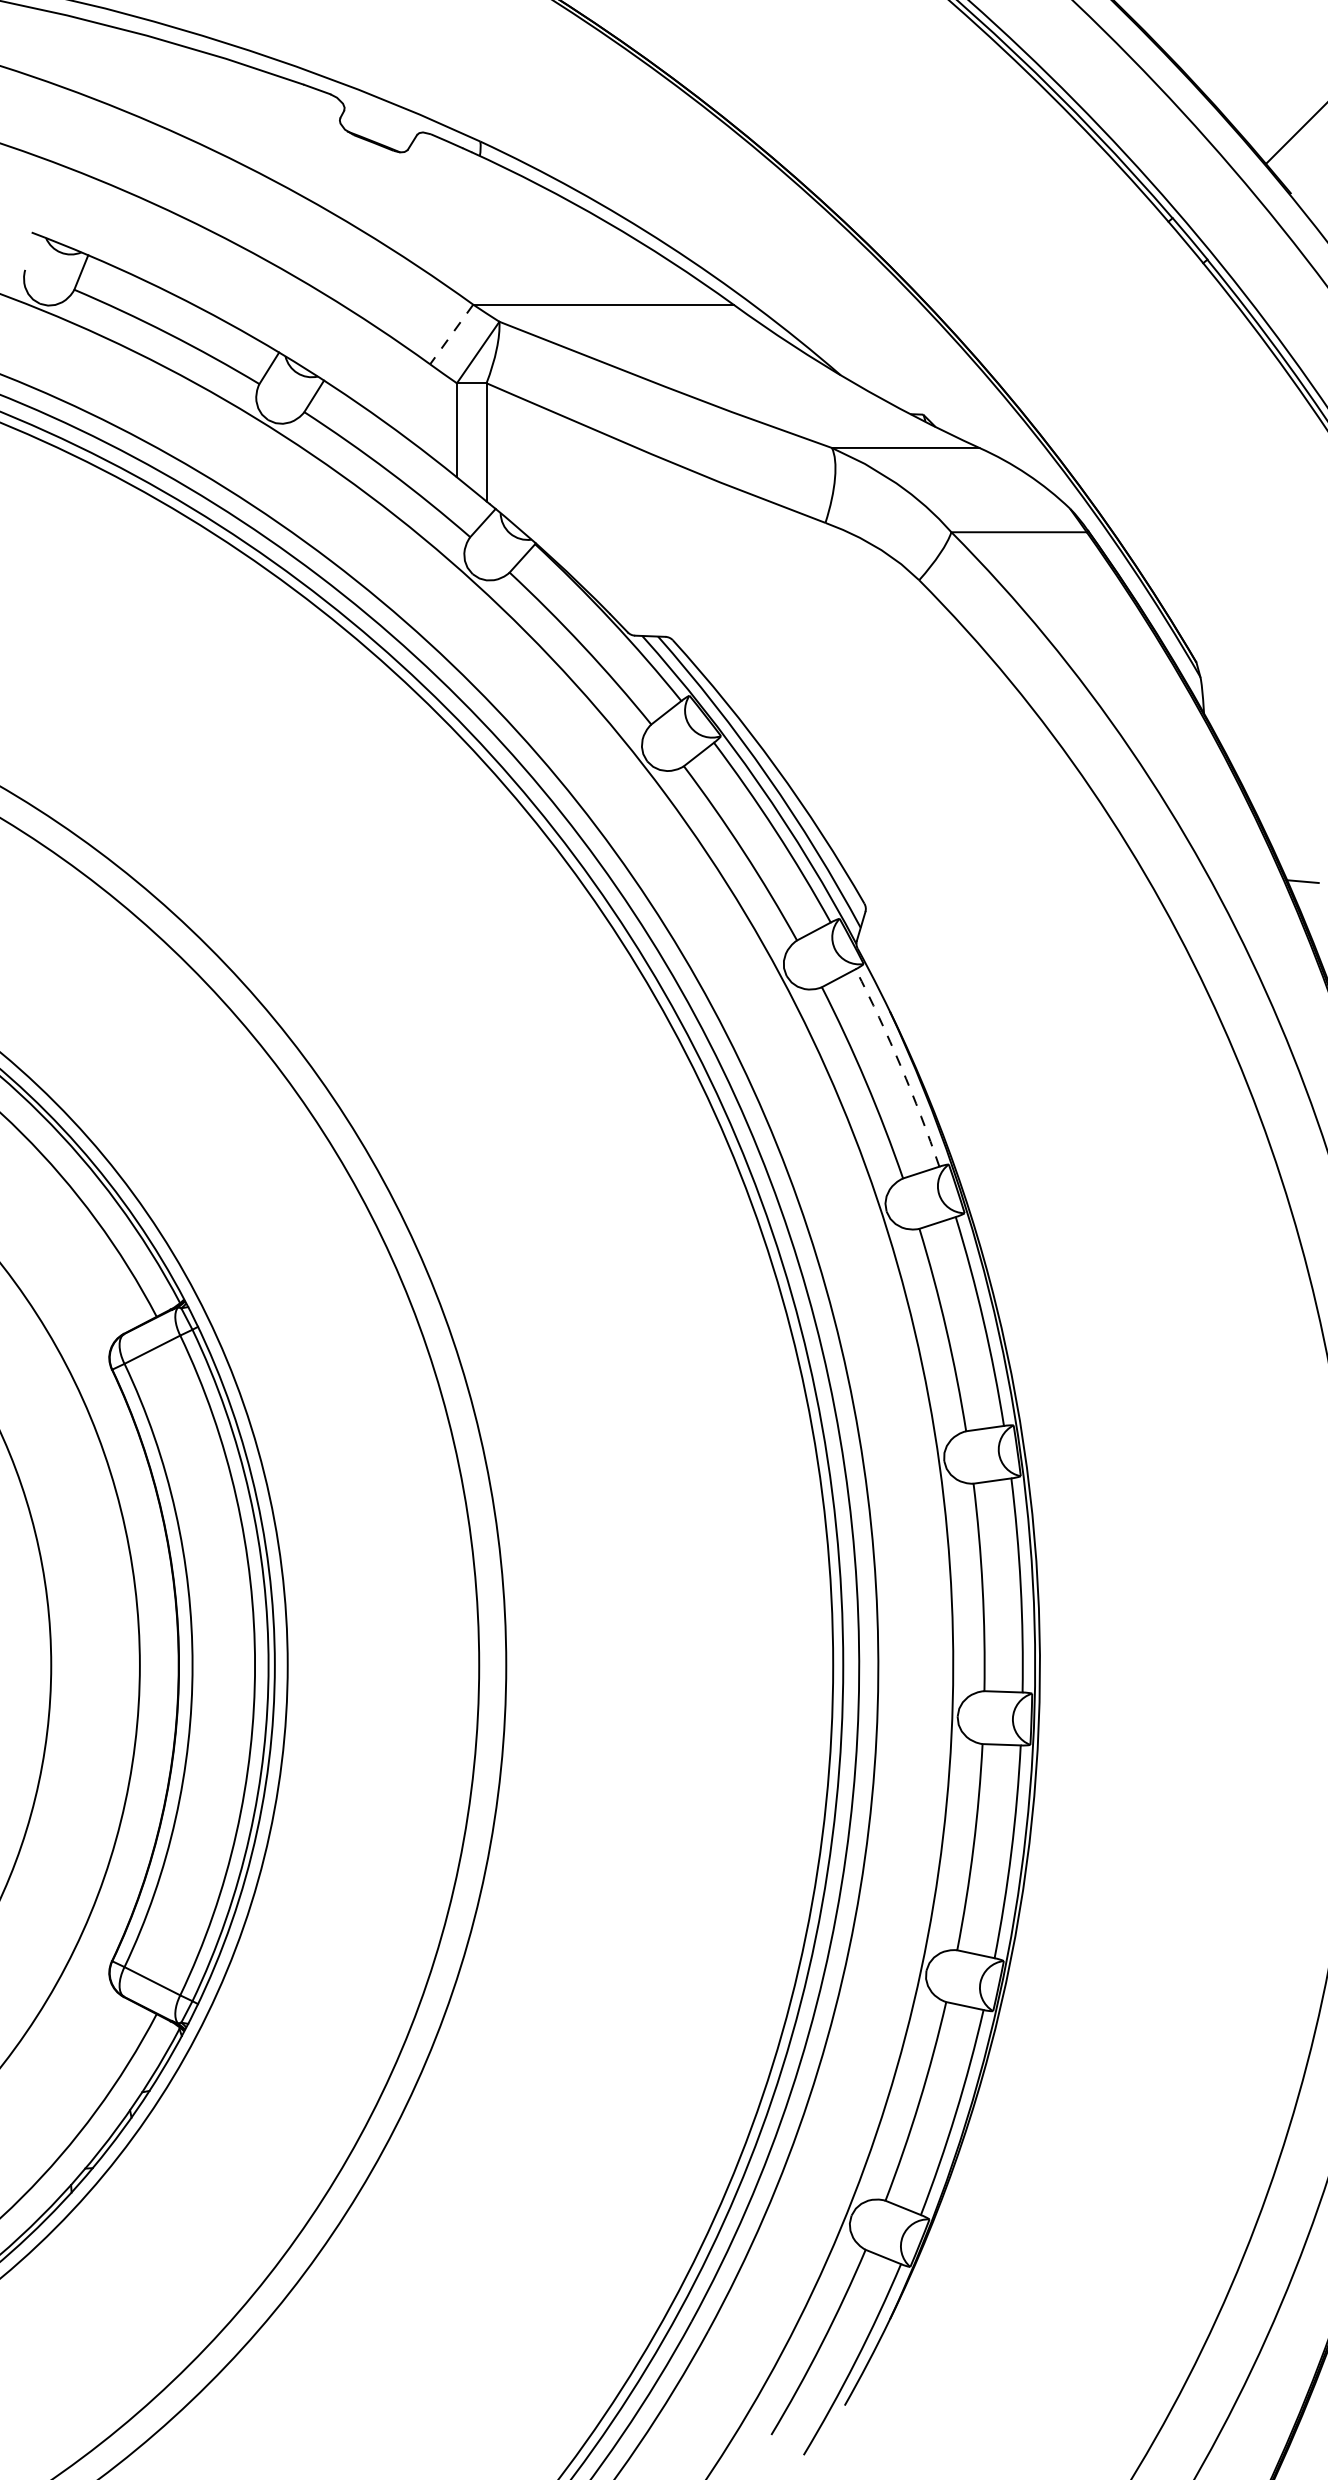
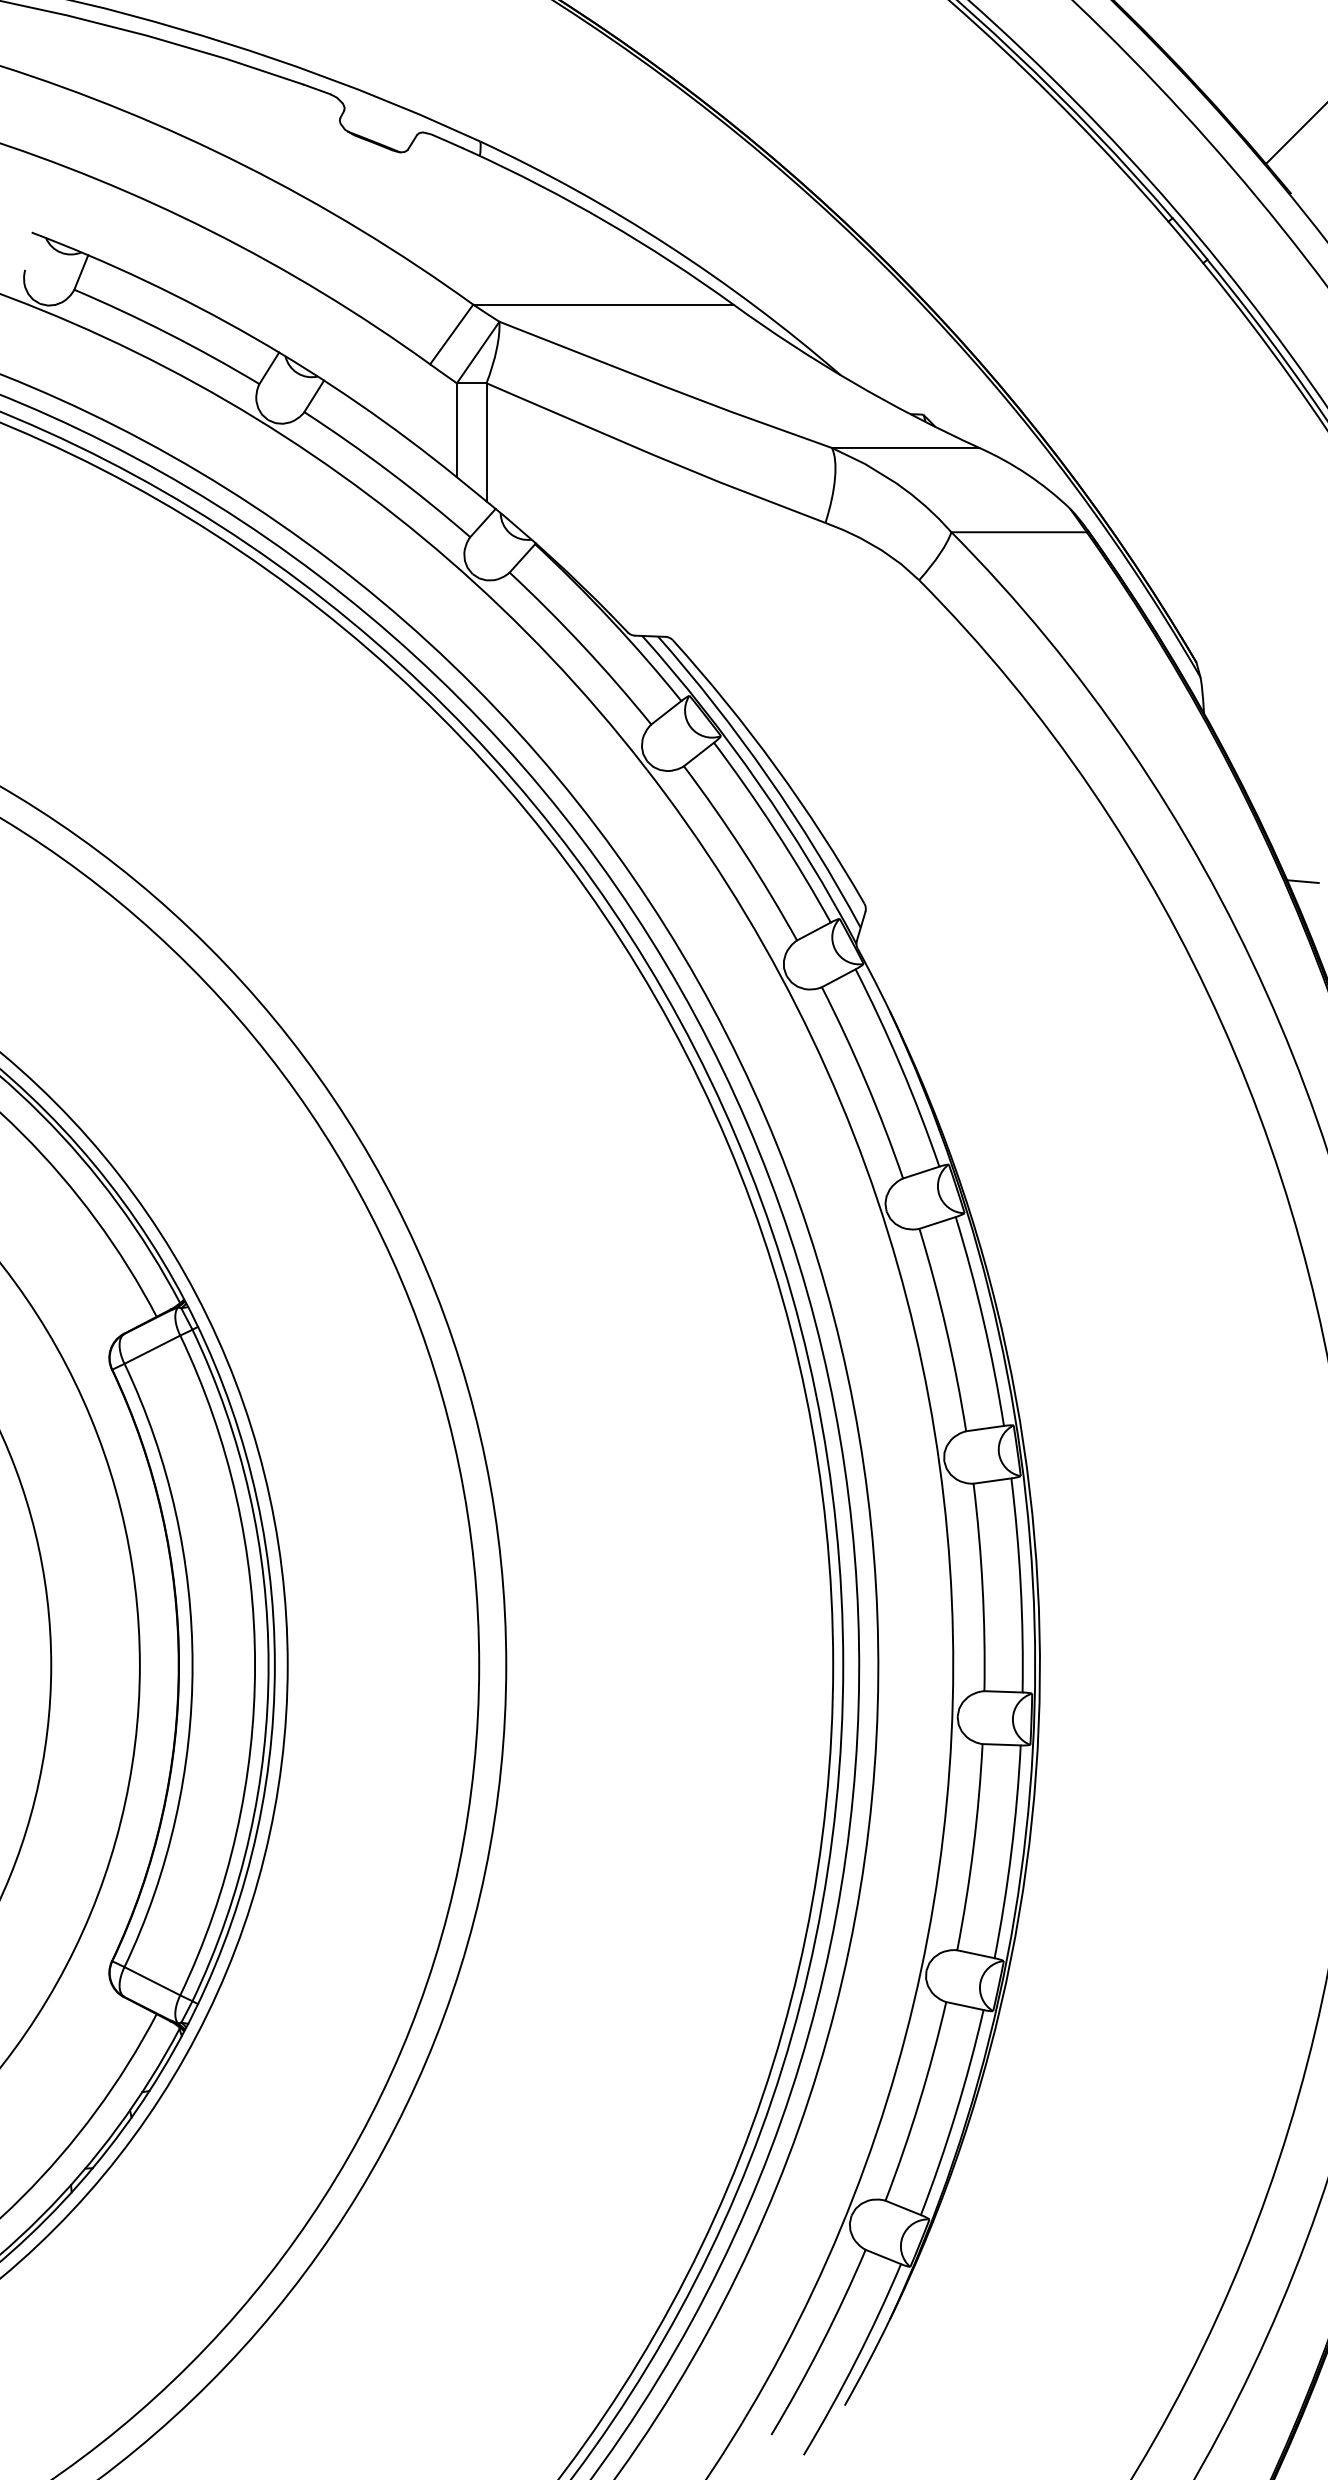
line at (451, 334): dashed -> solid
arc at (900, 1066): dashed -> solid
